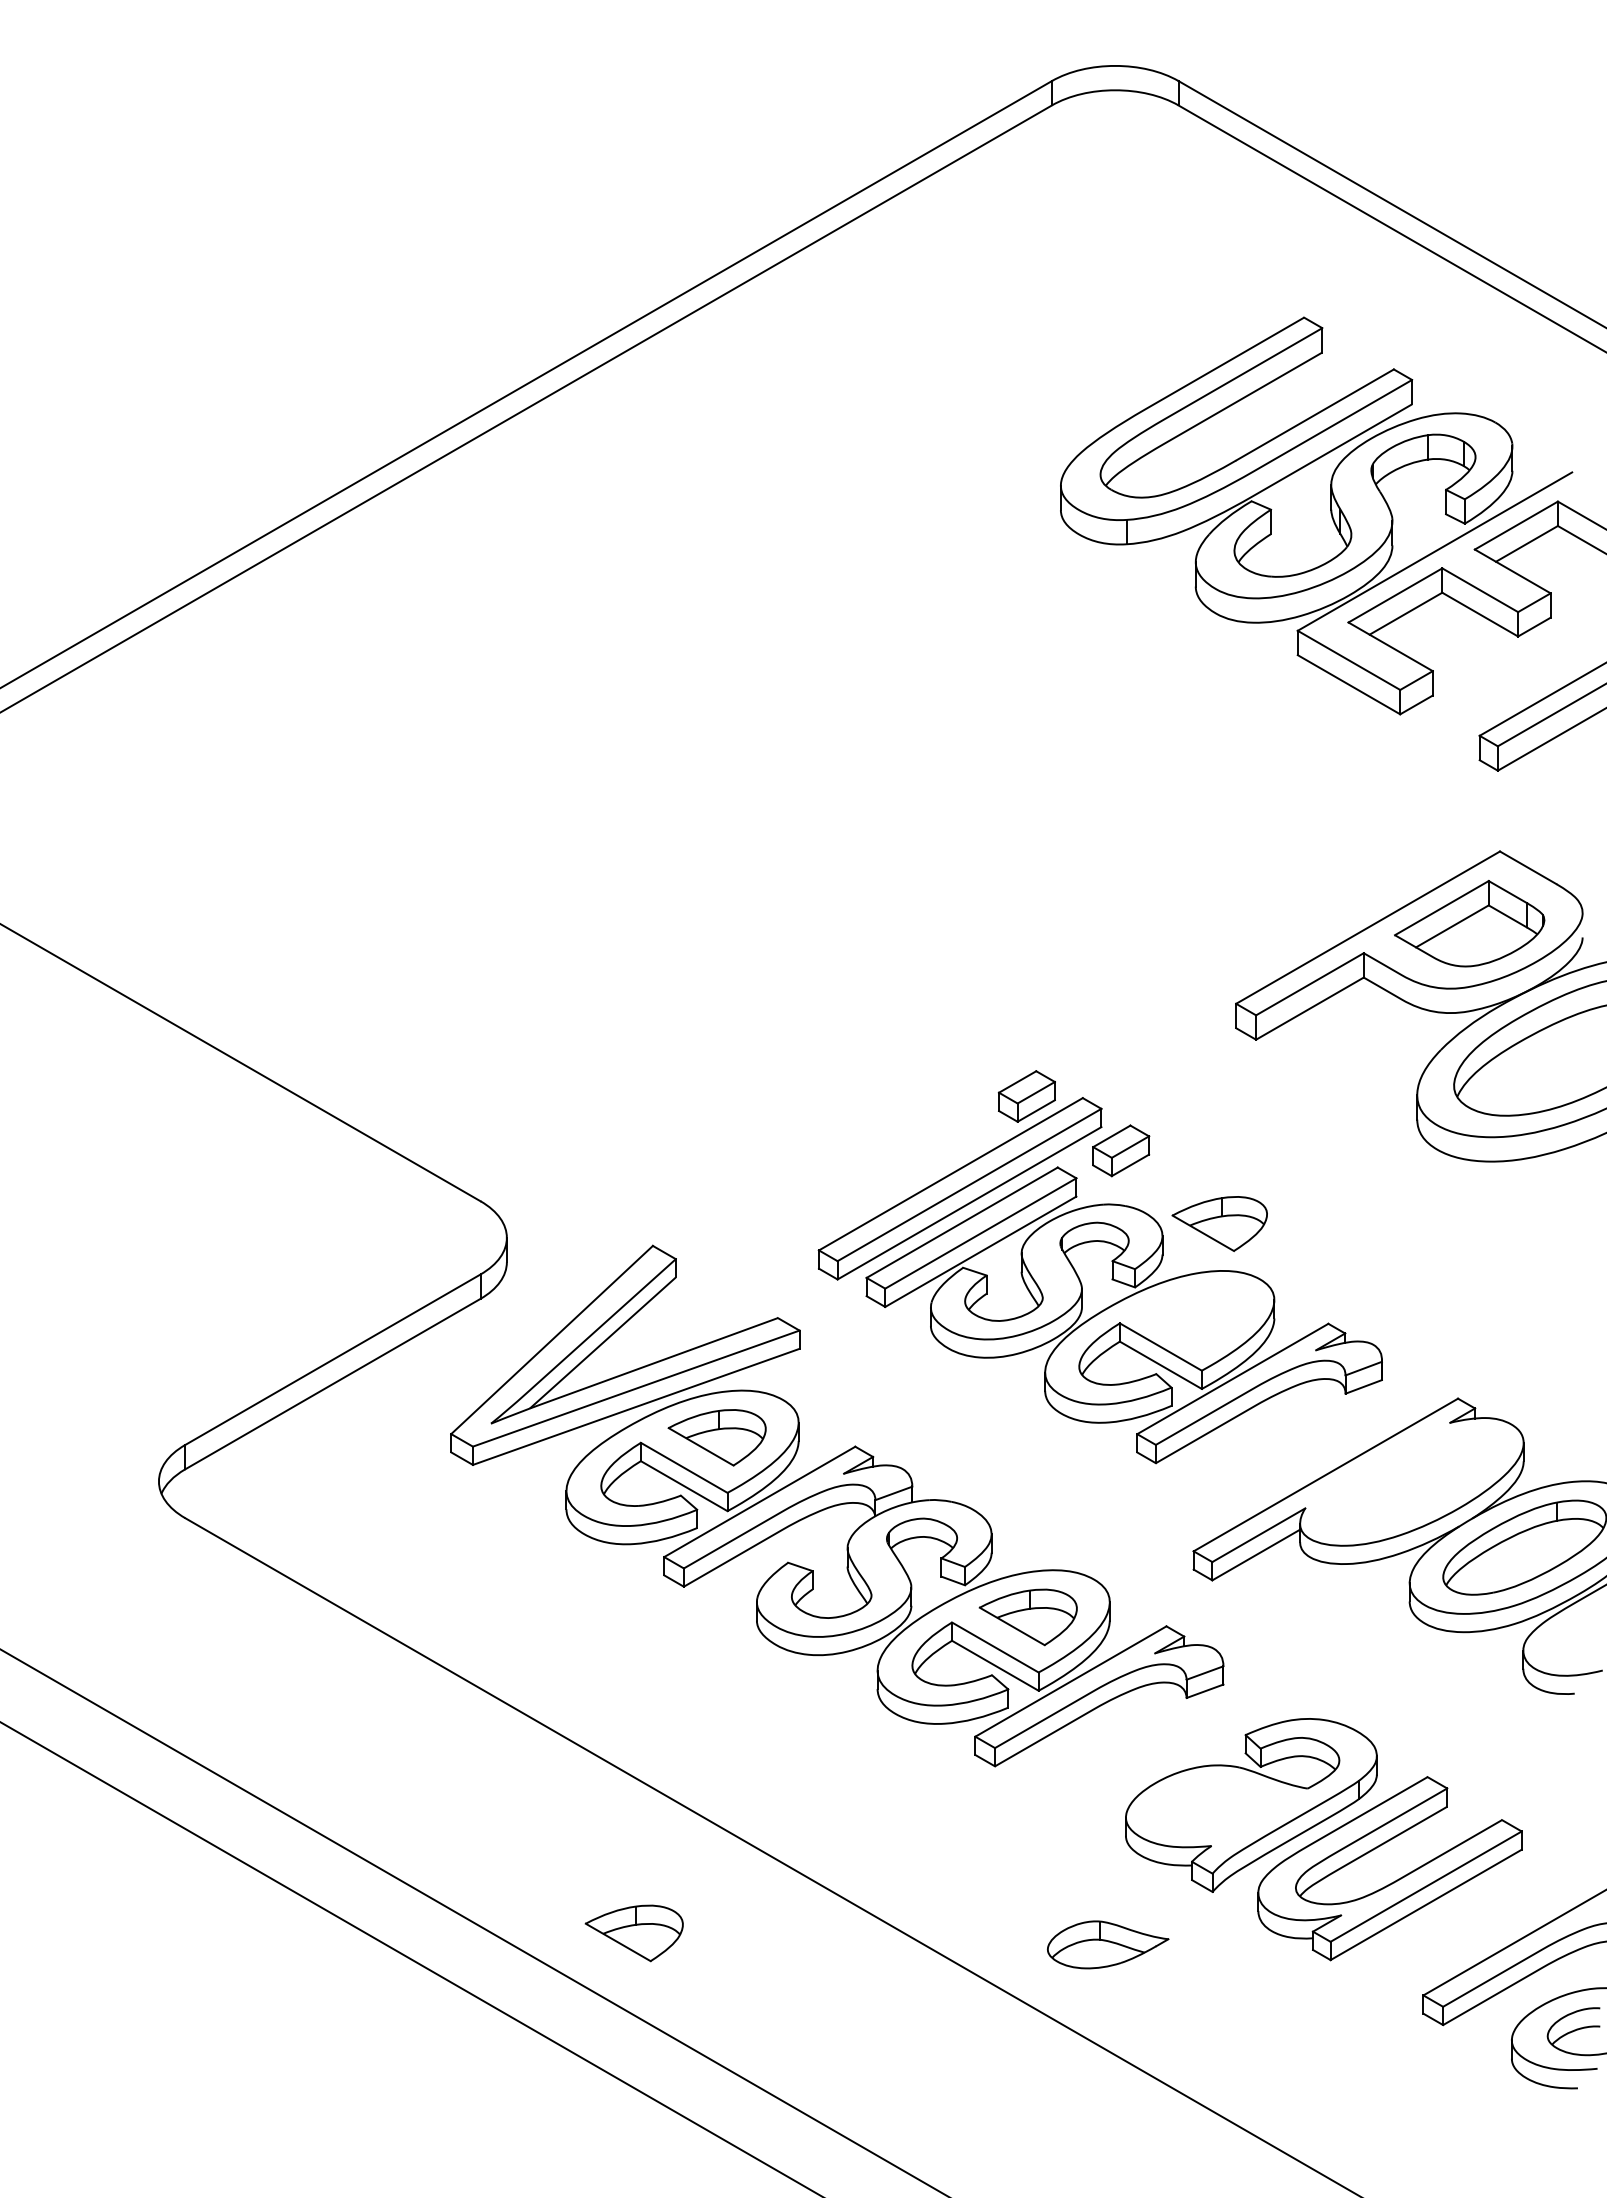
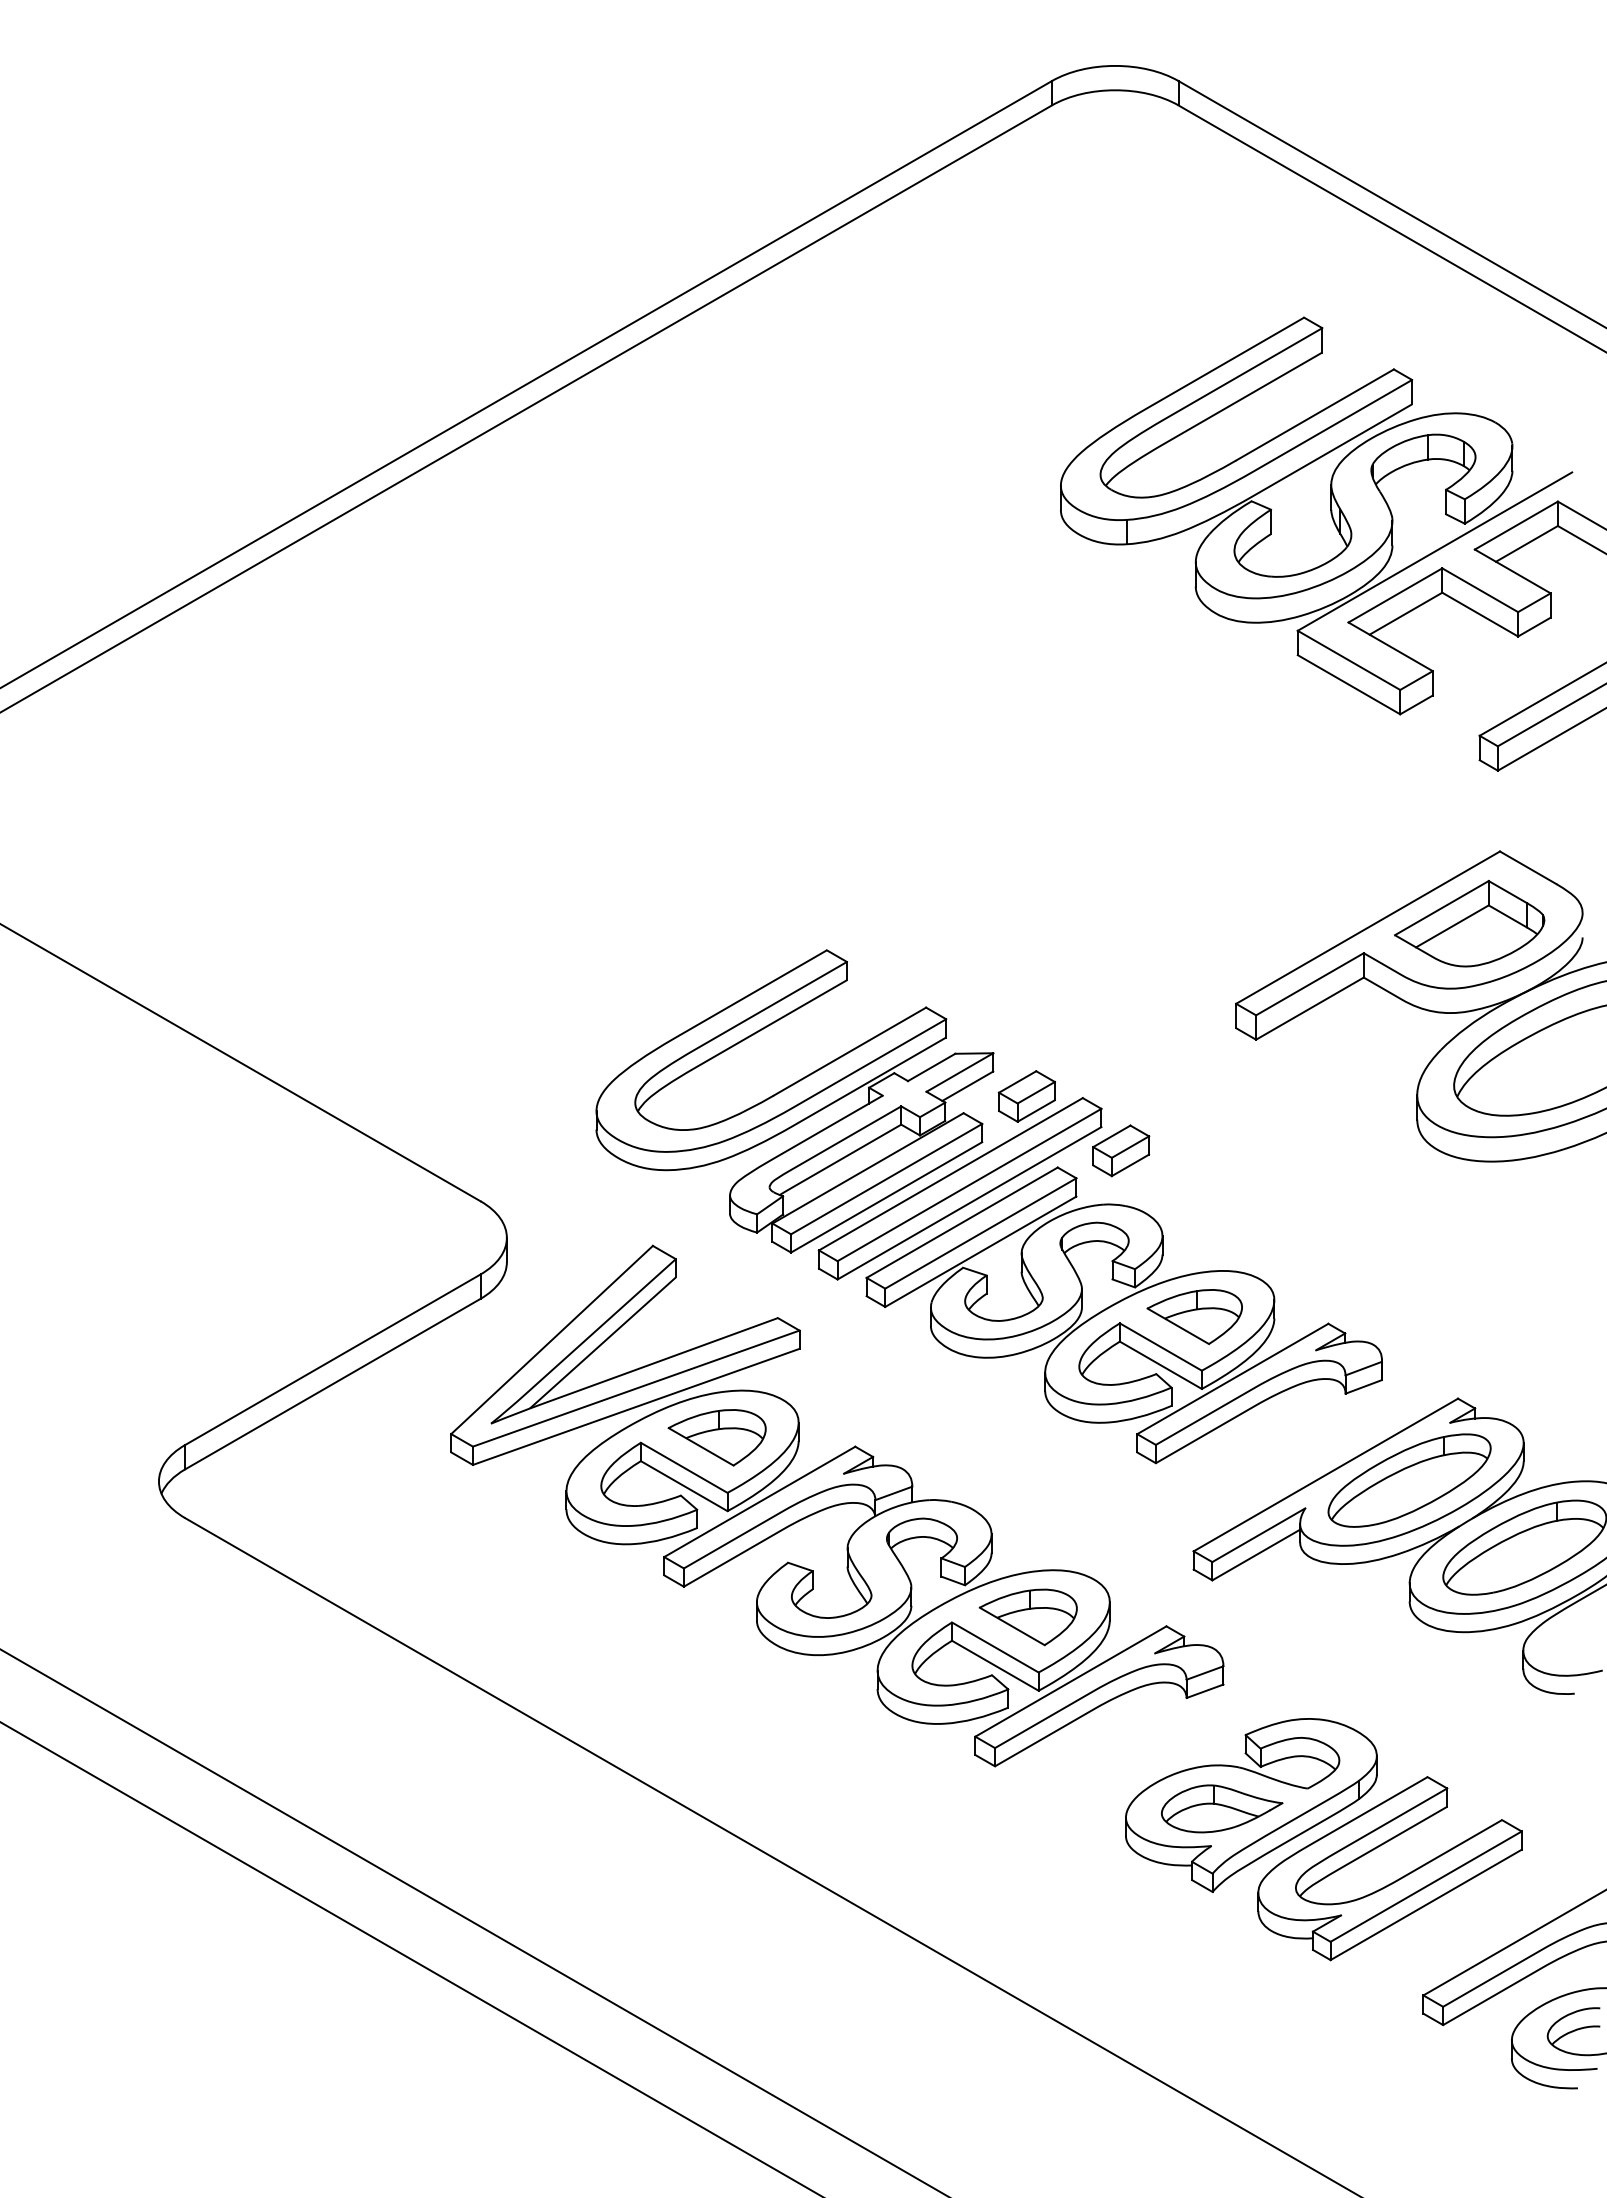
part at (794, 1101): none -> present
part at (1219, 1223) position: (1219, 1223) -> (1194, 1316)
part at (1409, 1480): none -> present
part at (633, 1933): present -> none
part at (1108, 1944) position: (1108, 1944) -> (1222, 1808)
